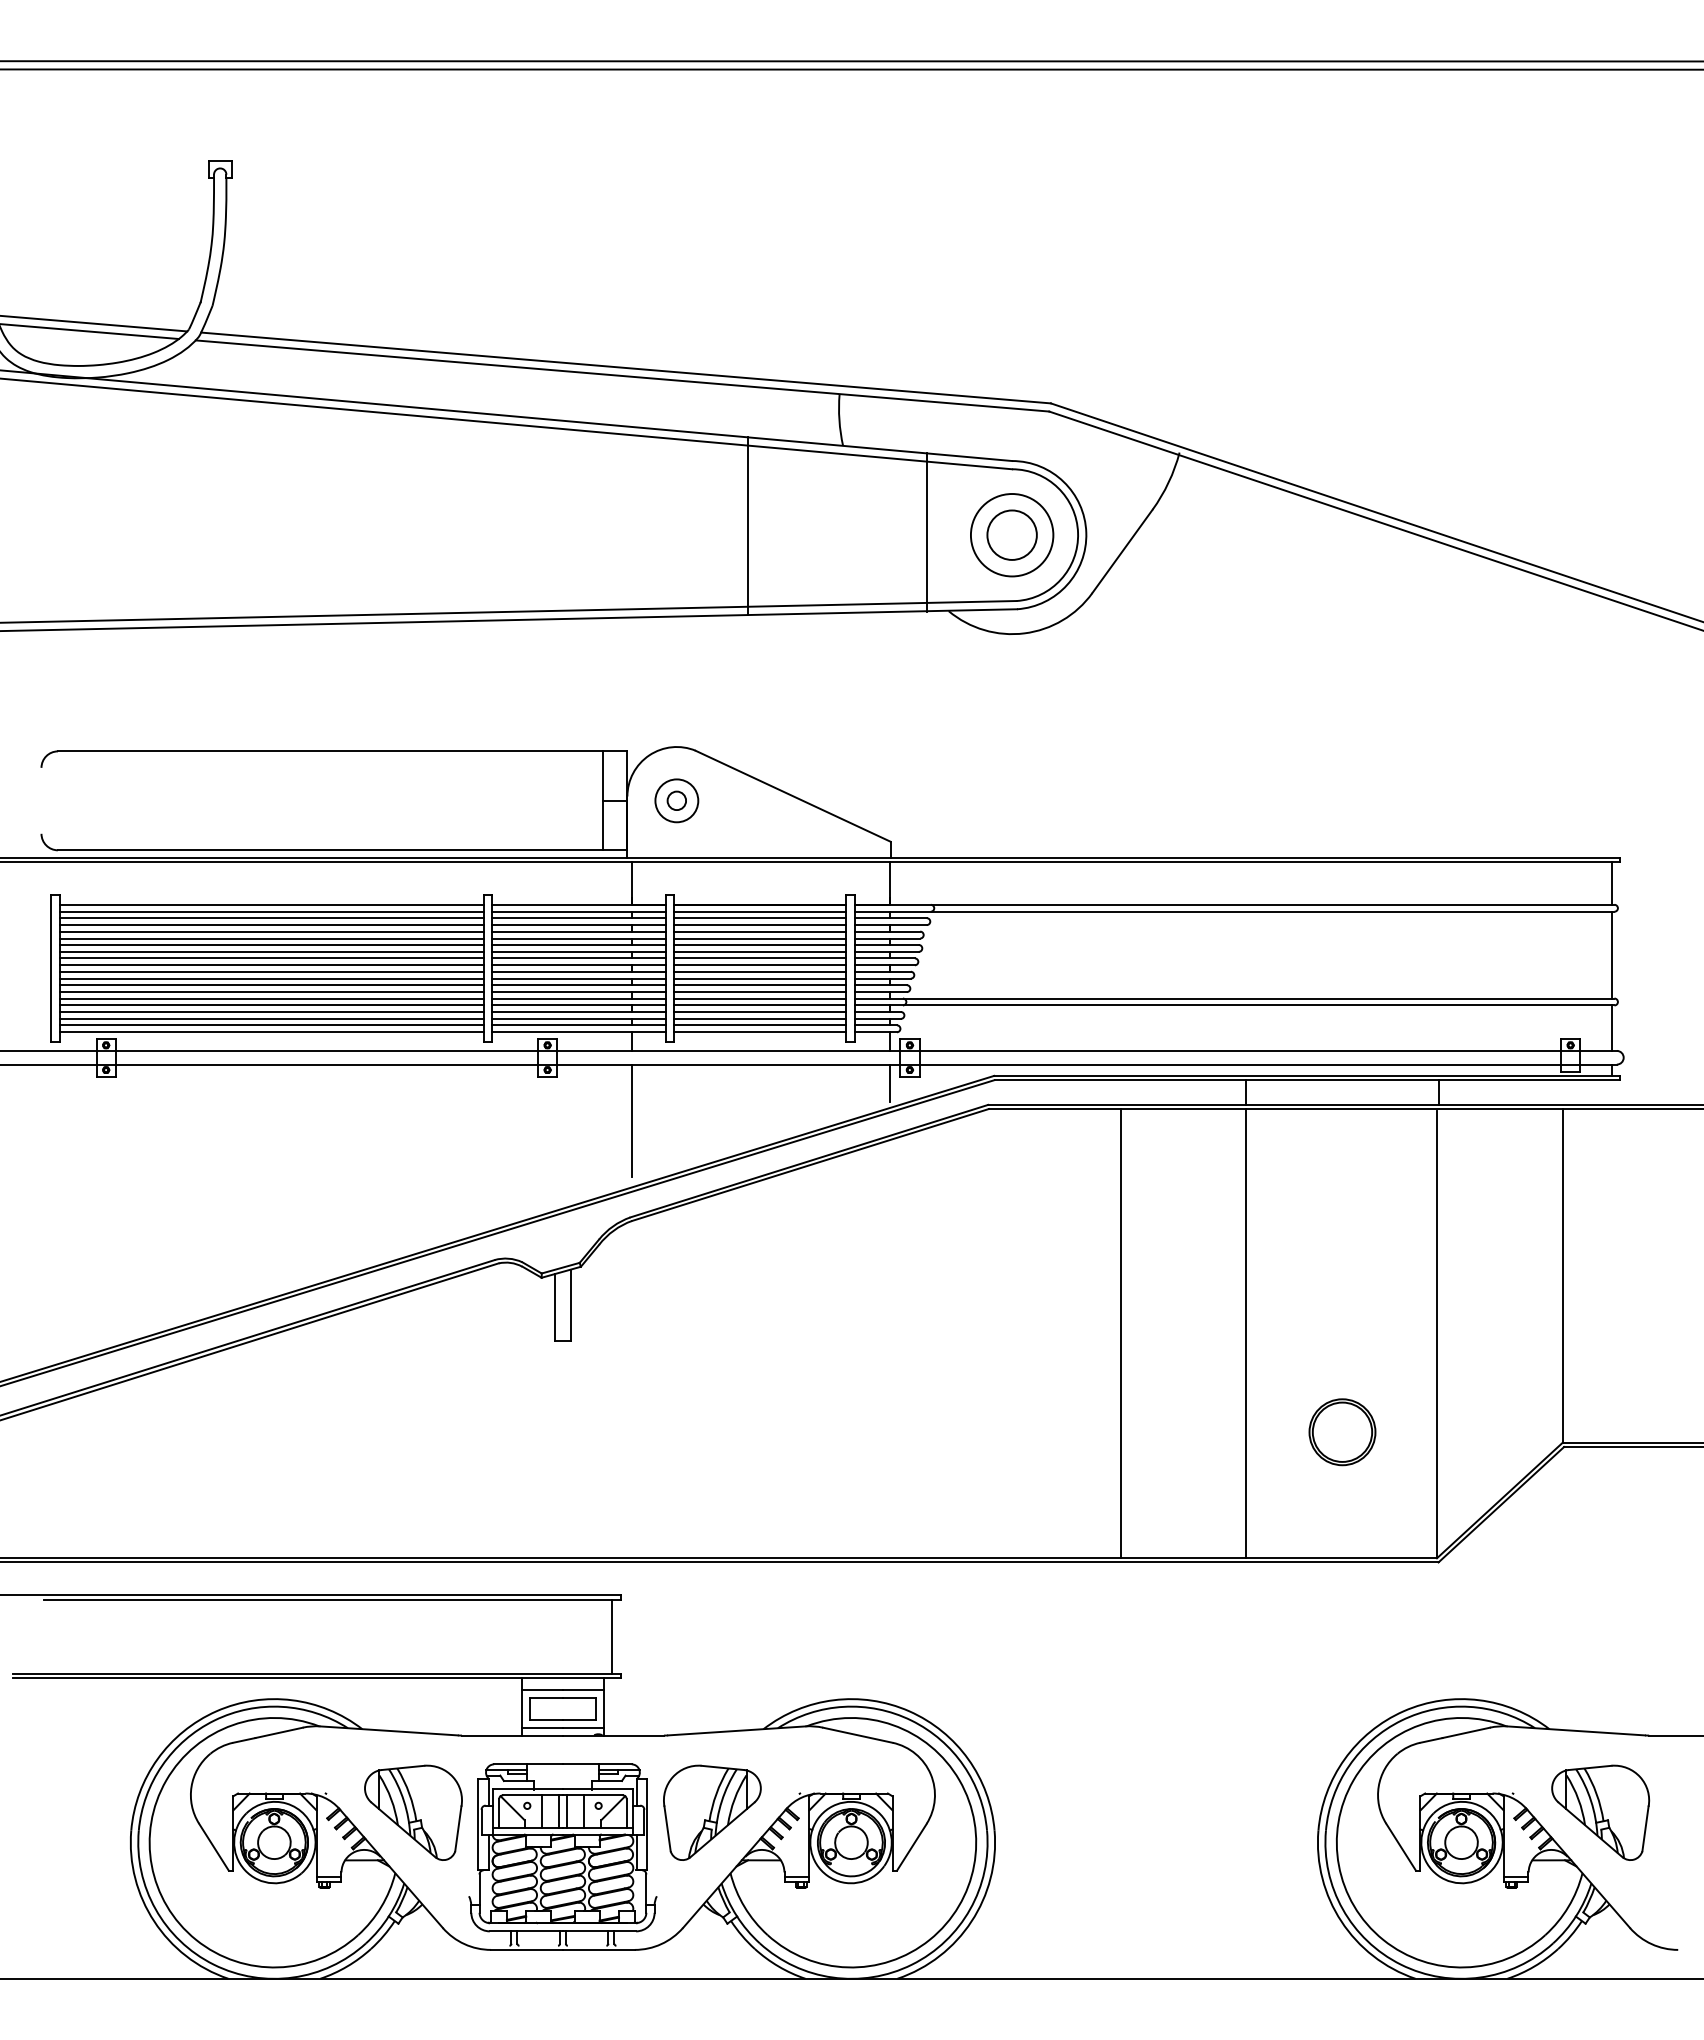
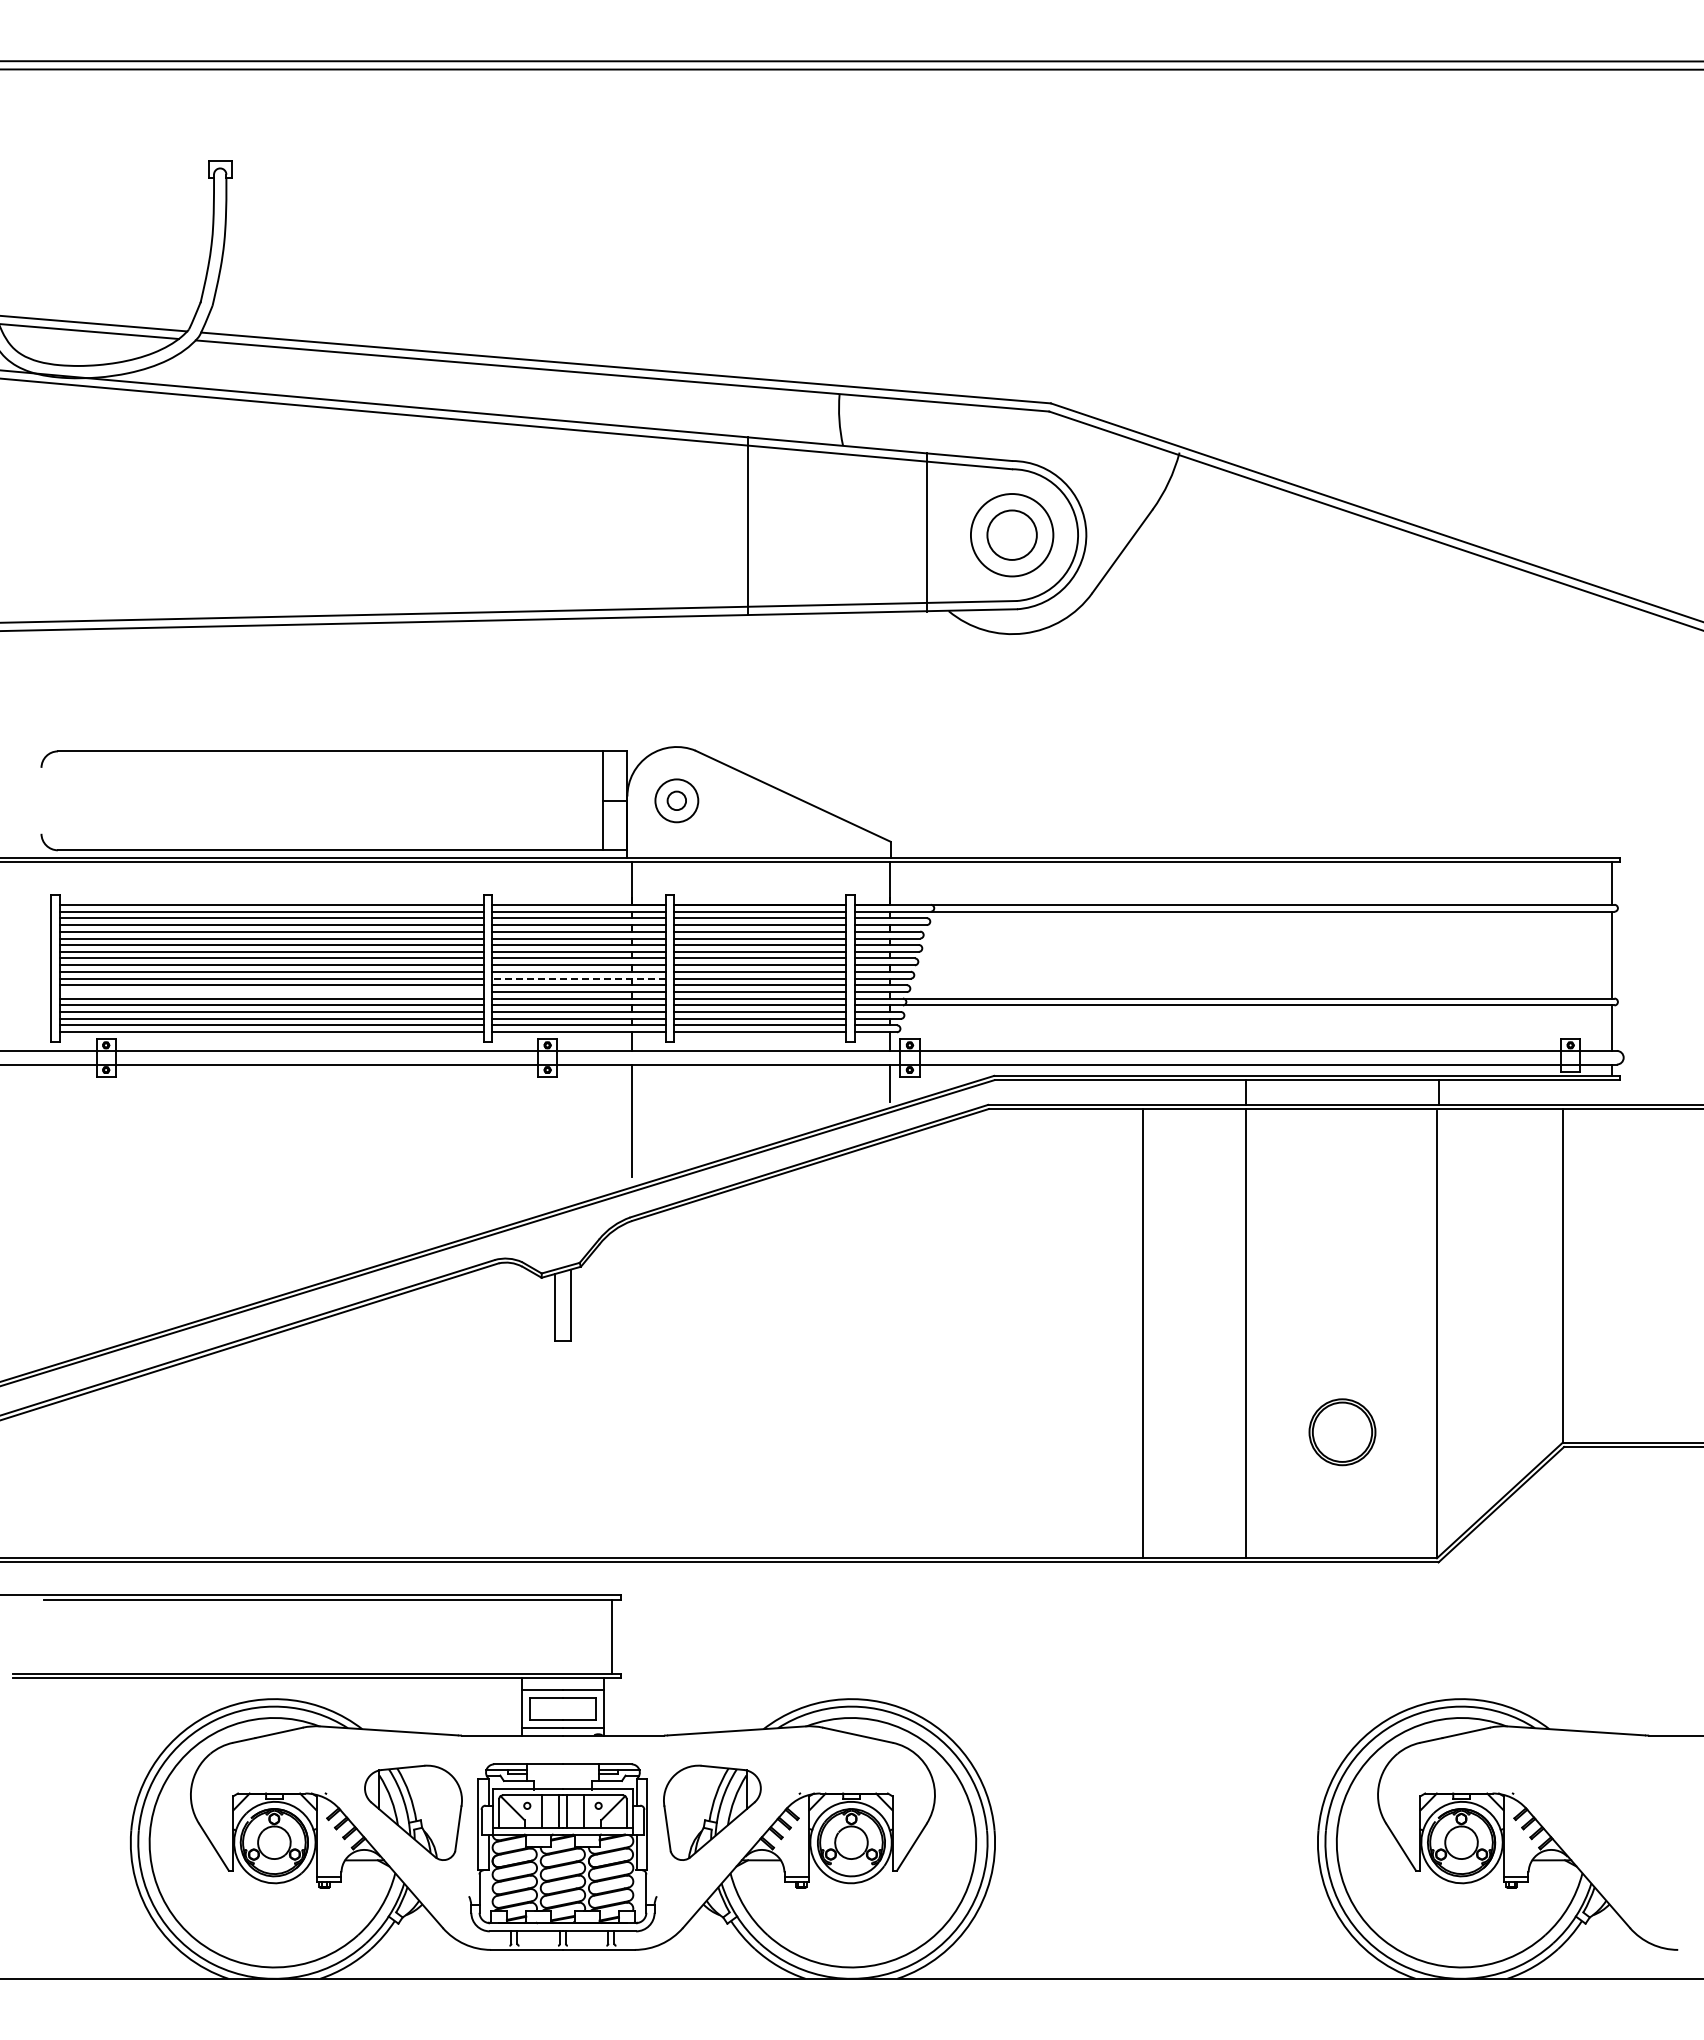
line at (579, 978): solid -> dashed
line at (271, 992): present -> none
line at (1120, 1333) position: (1120, 1333) -> (1142, 1333)
part at (1600, 1812): present -> none
